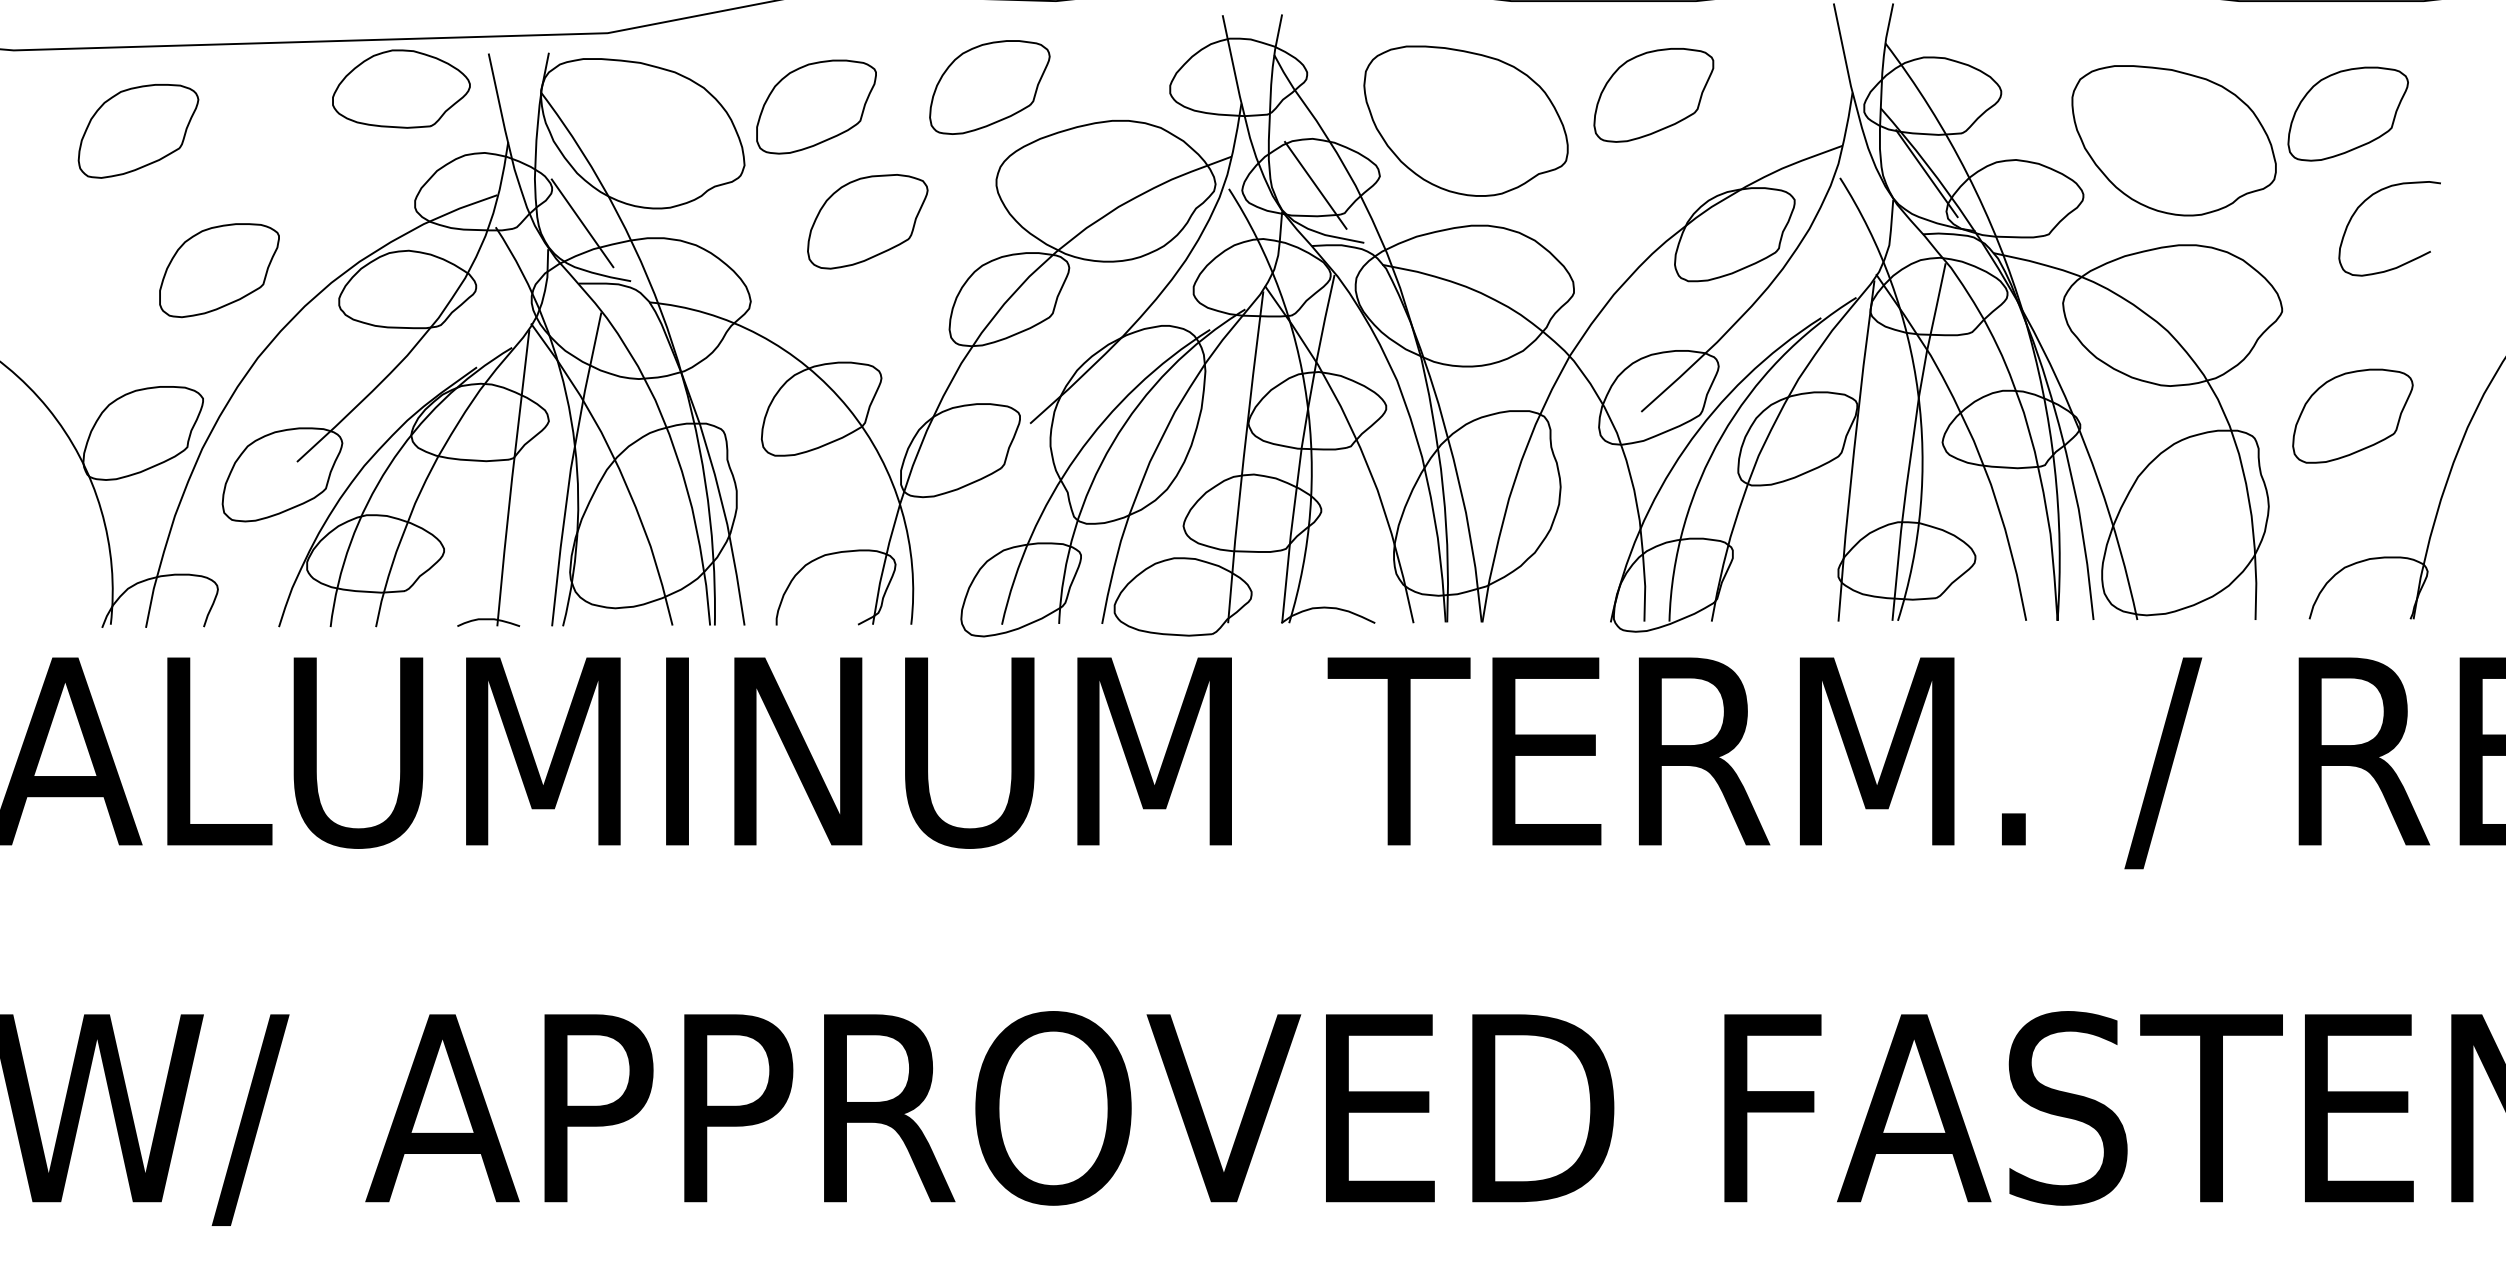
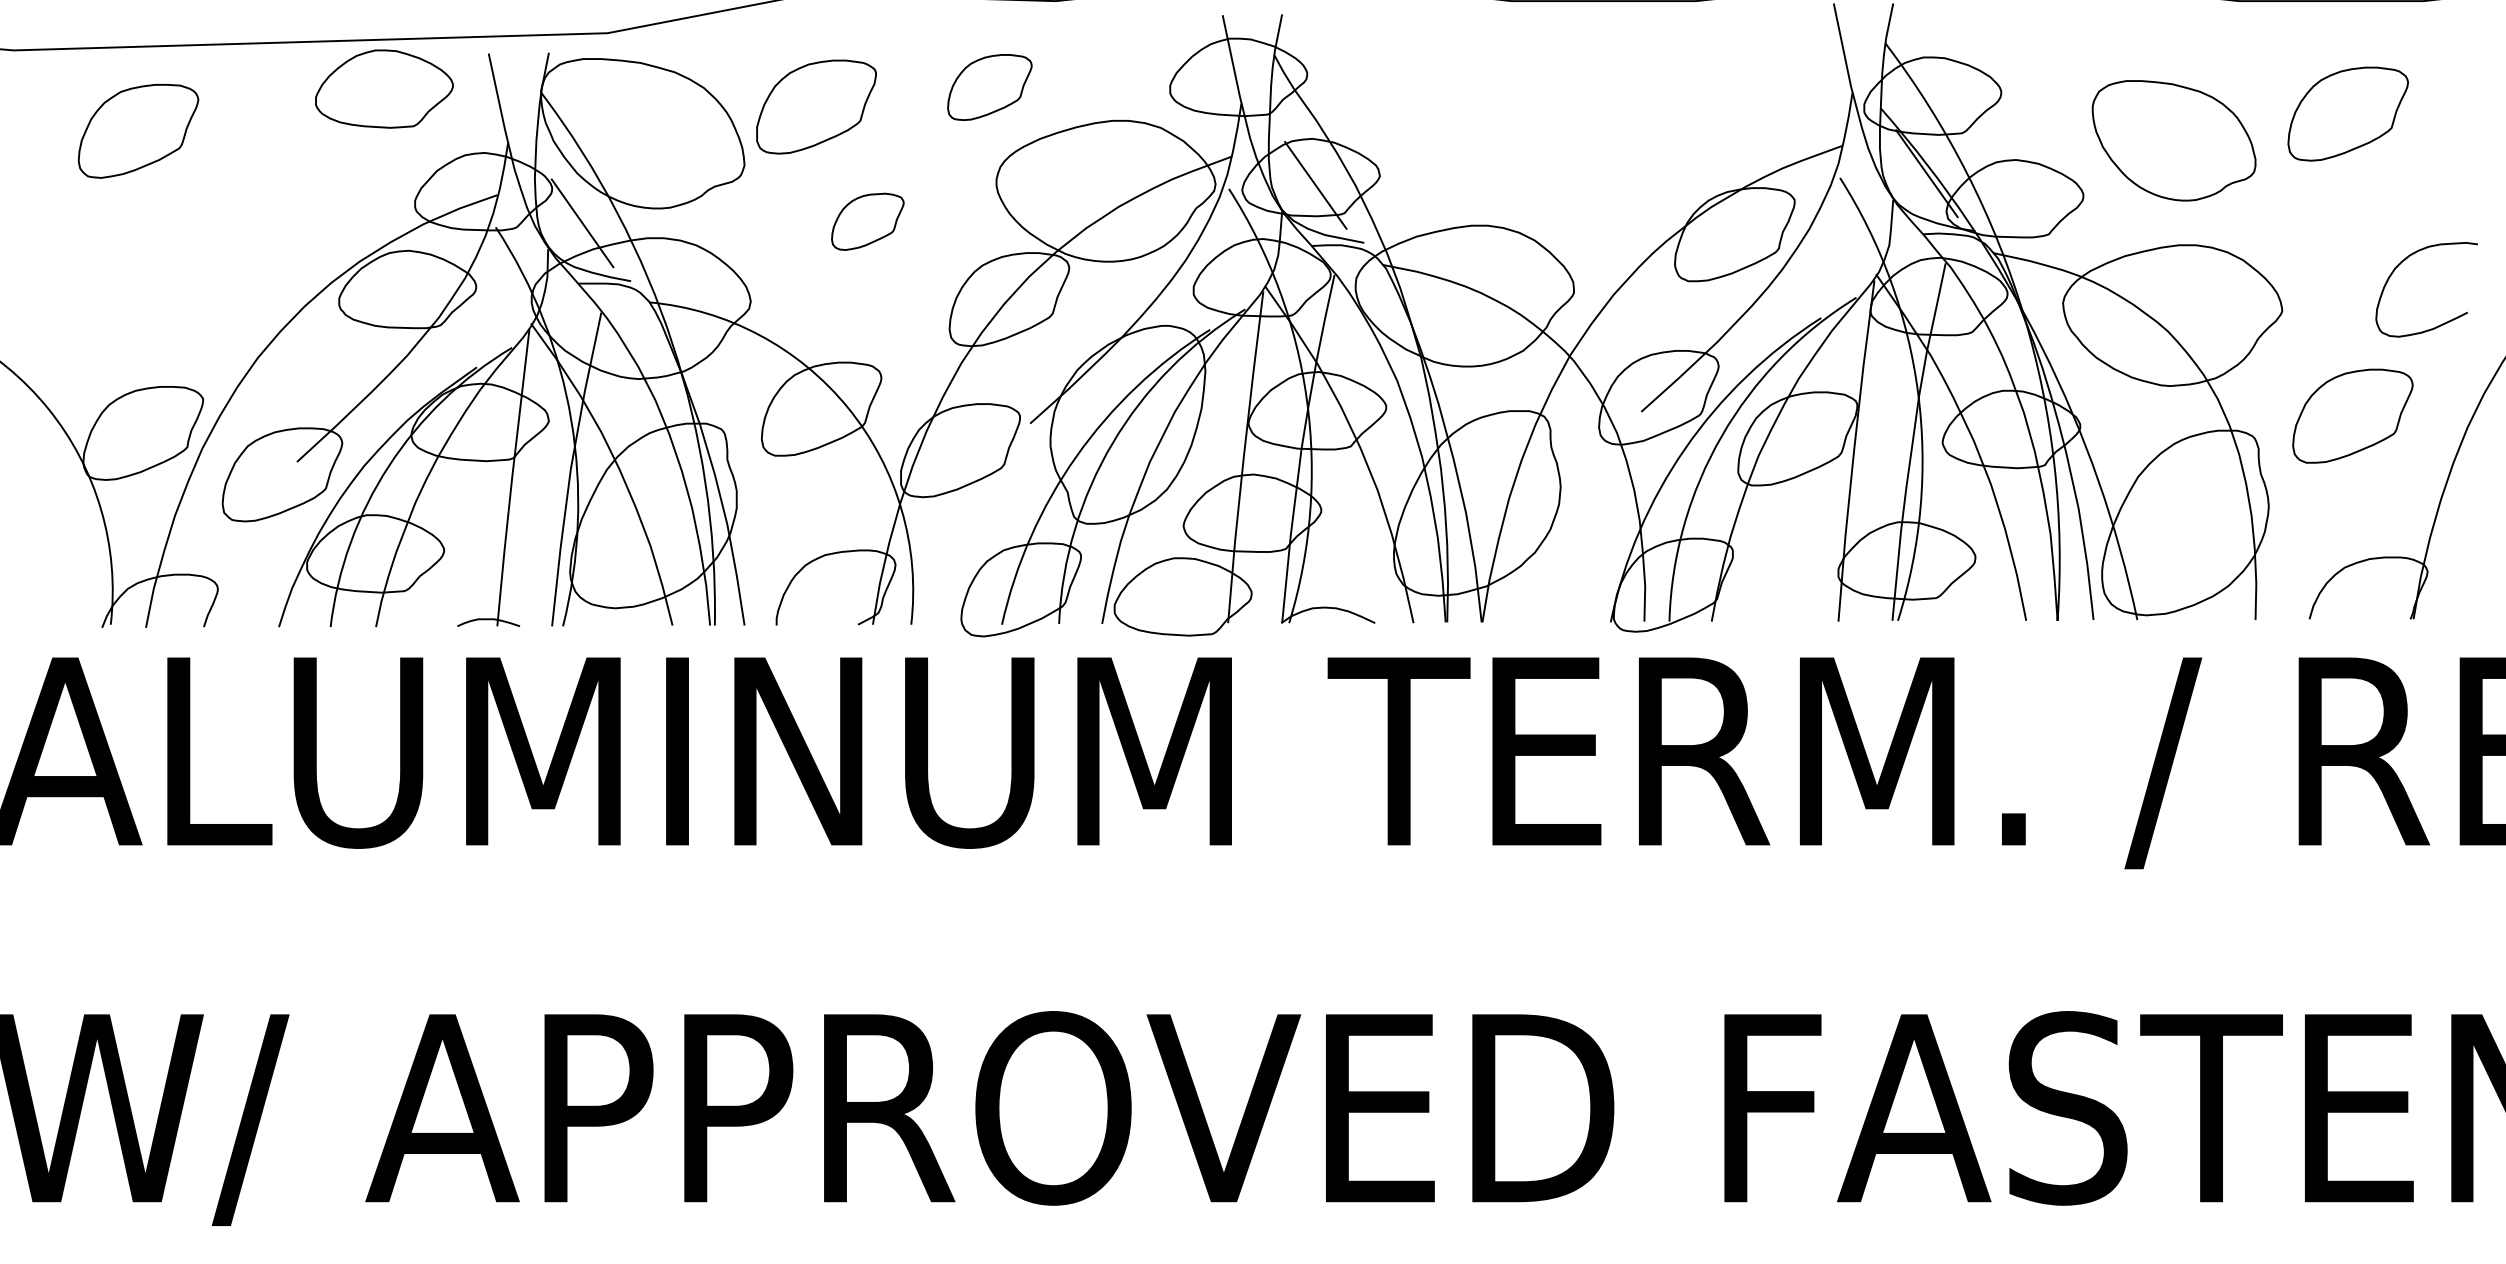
part at (989, 87) size: 122x95 px -> 86x67 px
part at (401, 88) position: (401, 88) -> (384, 88)
part at (1653, 95): present -> none
part at (1465, 120): present -> none
part at (2173, 140) size: 206x152 px -> 166x122 px
part at (2368, 199) position: (2368, 199) -> (2405, 260)
part at (867, 221) size: 122x96 px -> 74x59 px
part at (219, 270): present -> none
